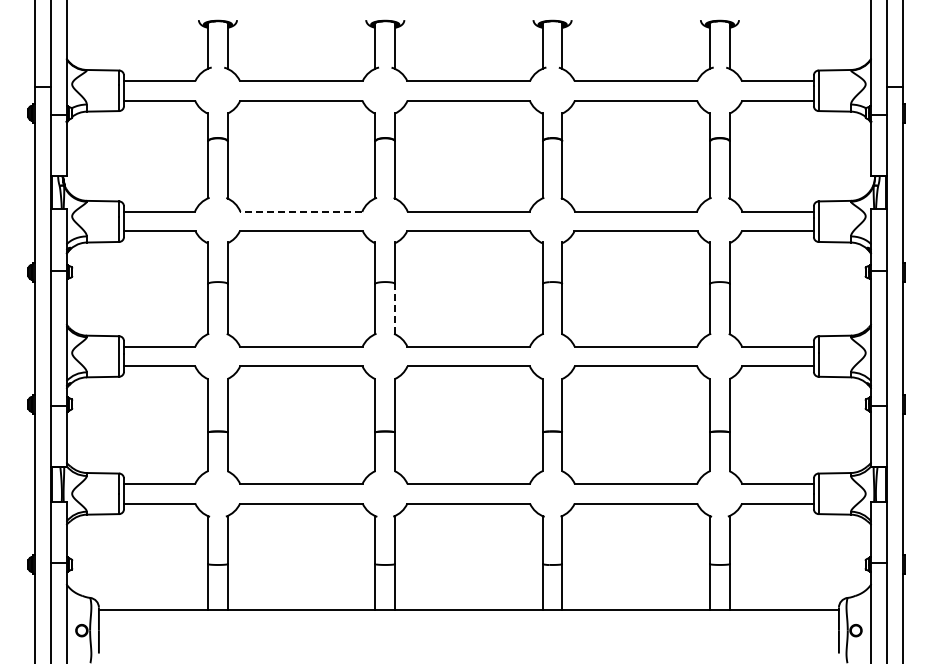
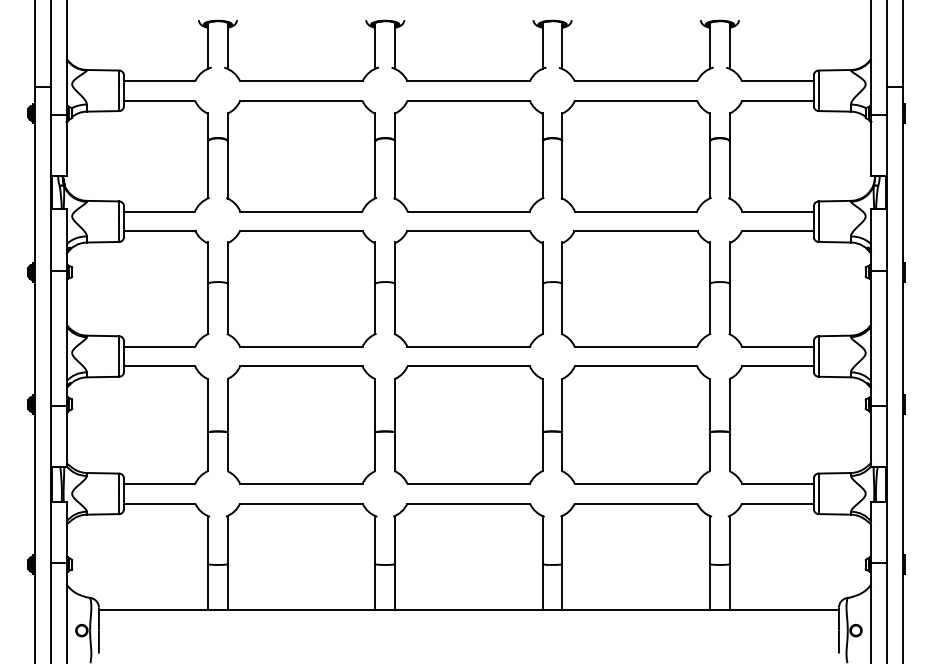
line at (301, 211): dashed -> solid
line at (395, 308): dashed -> solid
